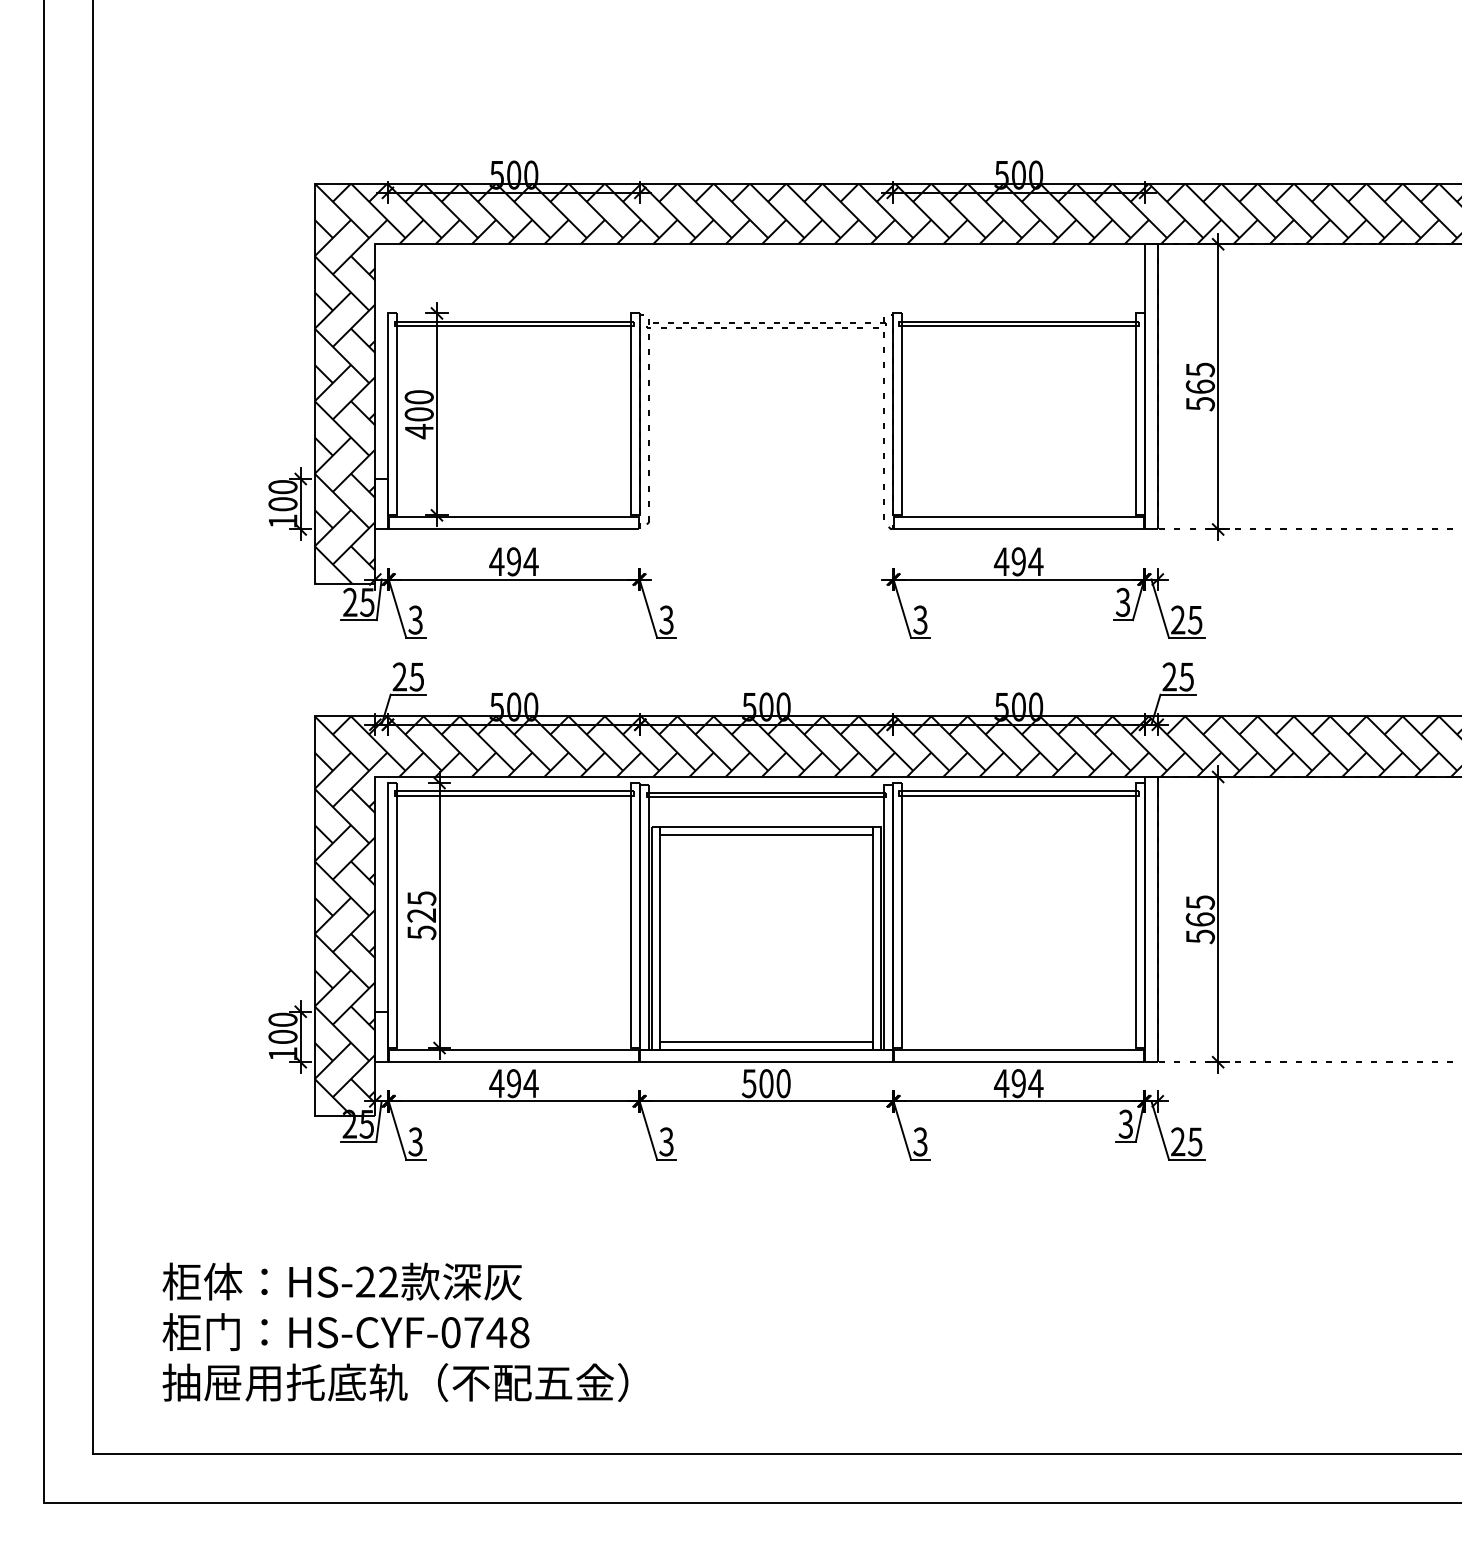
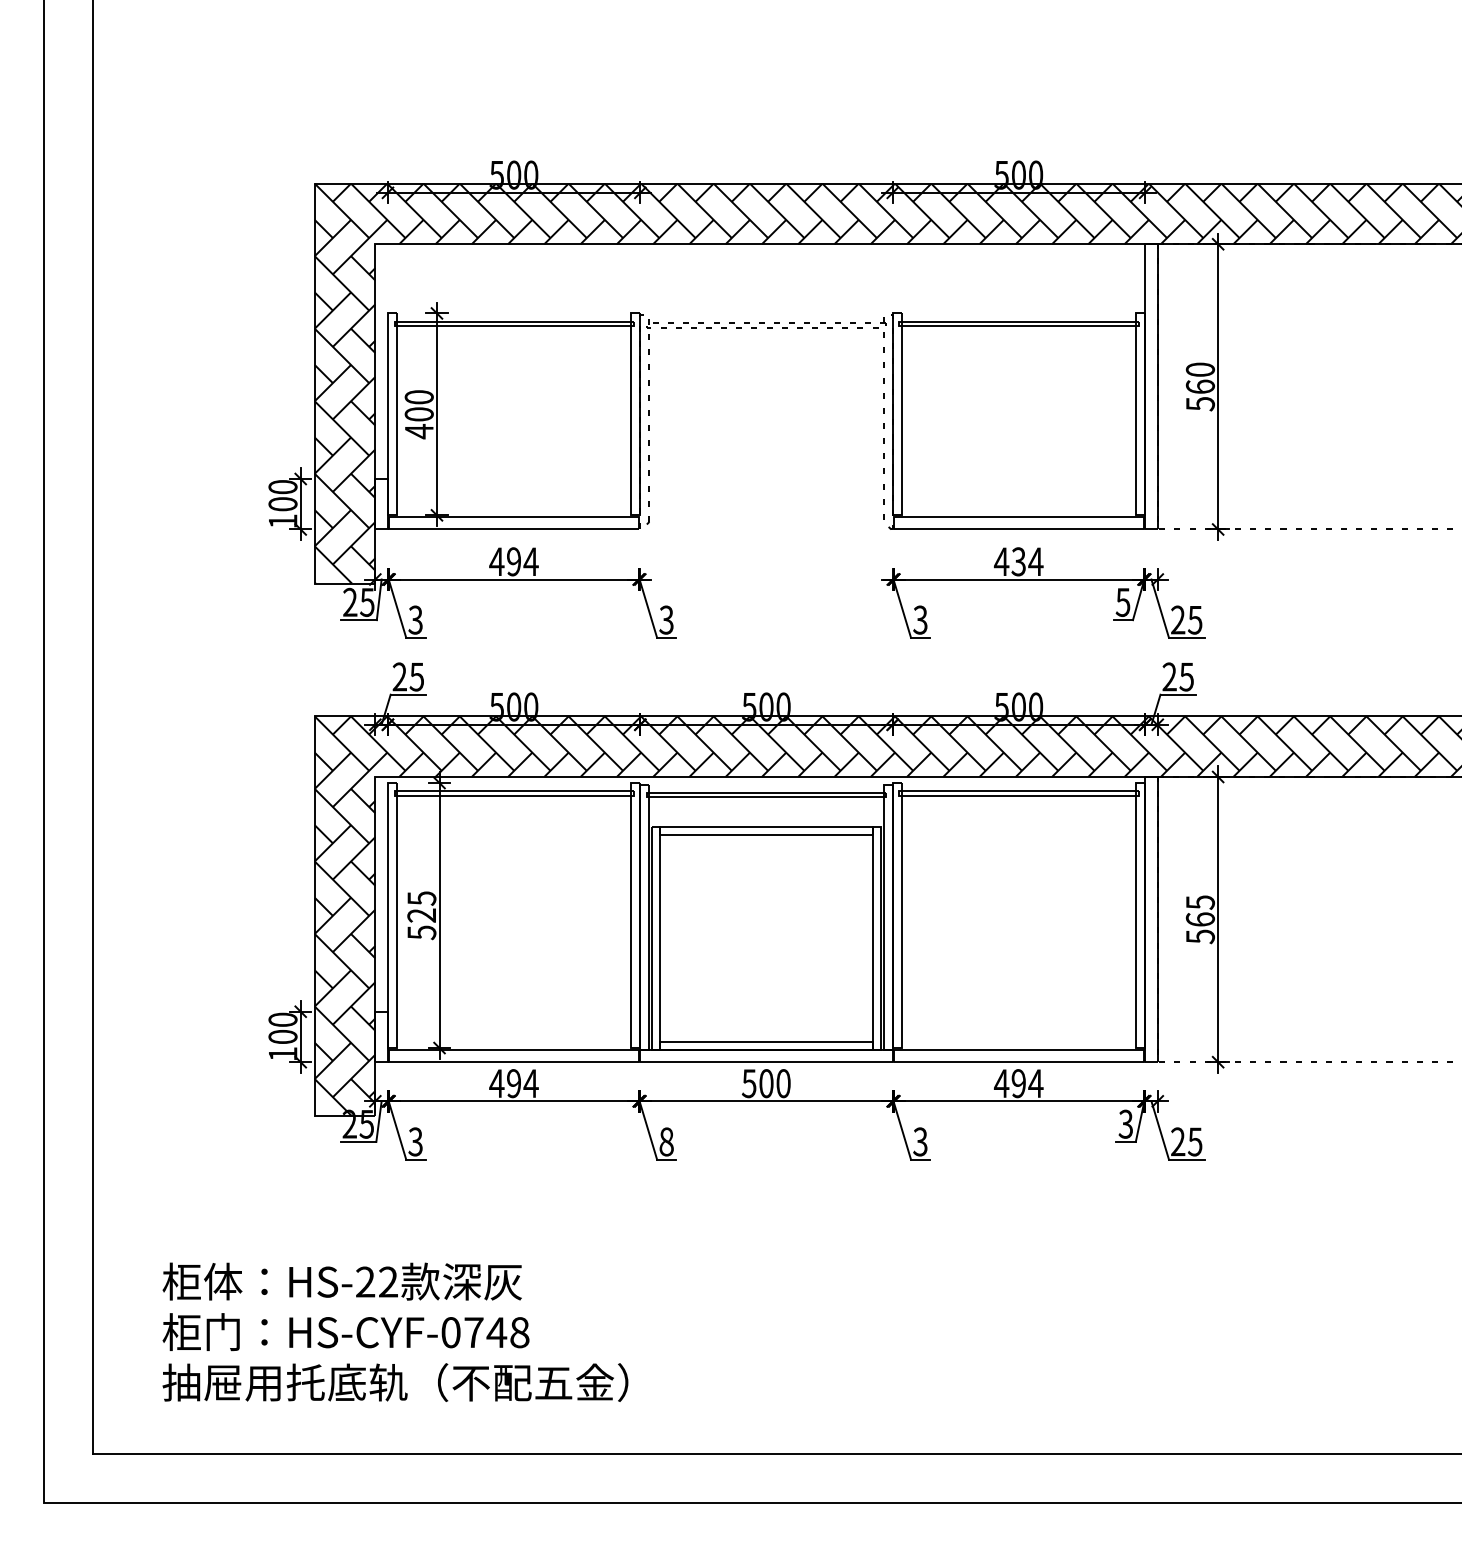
text at (1199, 369): 565 -> 560
text at (1018, 561): 494 -> 434
text at (1123, 601): 3 -> 5
text at (666, 1141): 3 -> 8
